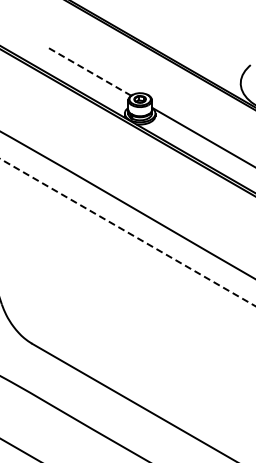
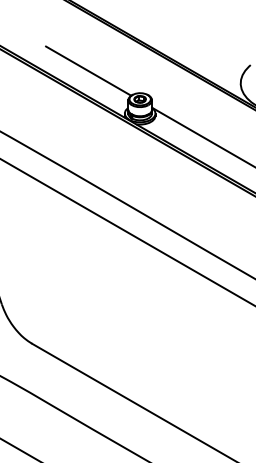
line at (88, 70): dashed -> solid
line at (127, 232): dashed -> solid
